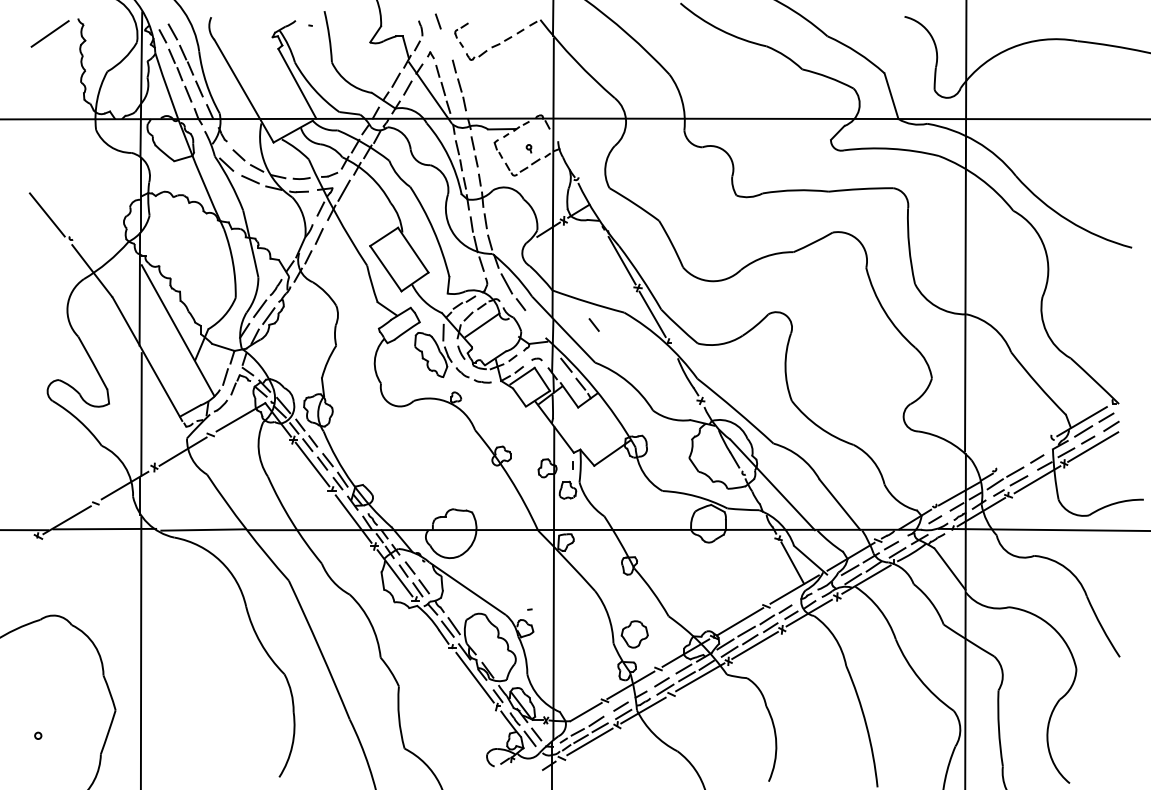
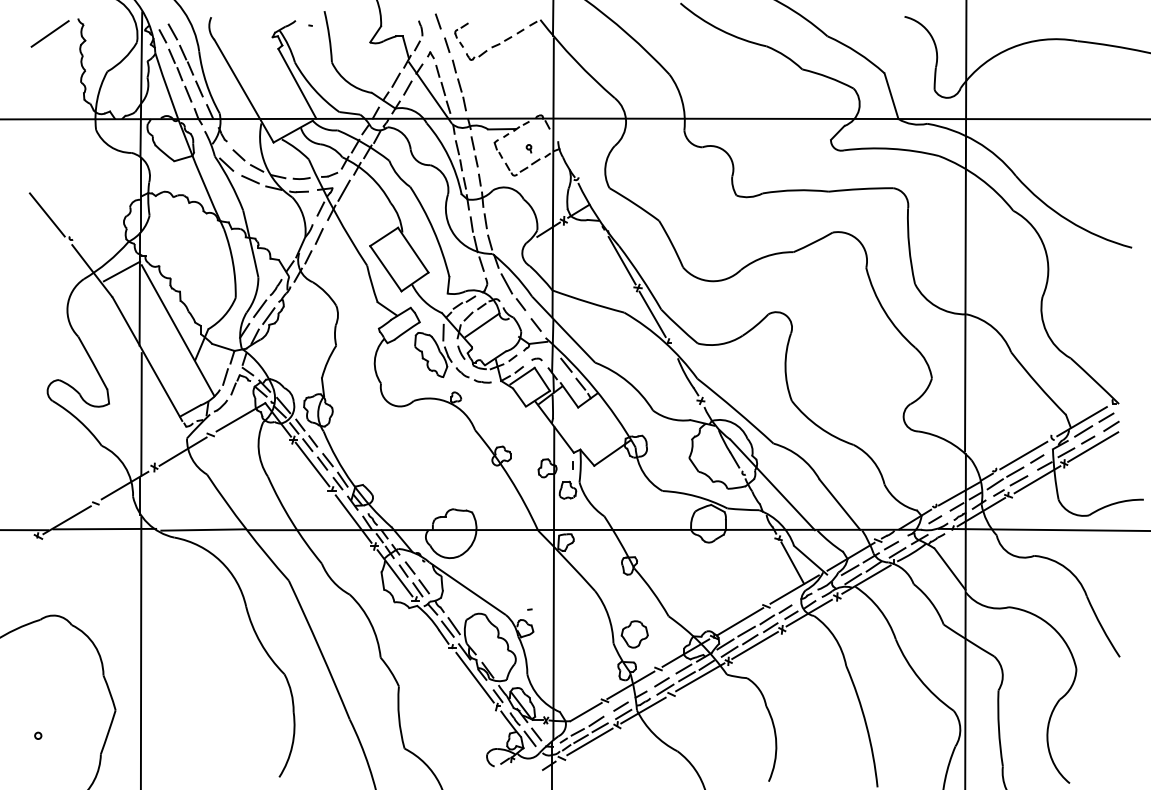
line at (447, 44): none -> present
line at (121, 271): none -> present
line at (593, 324) position: (593, 324) -> (535, 324)
line at (1023, 455): none -> present
